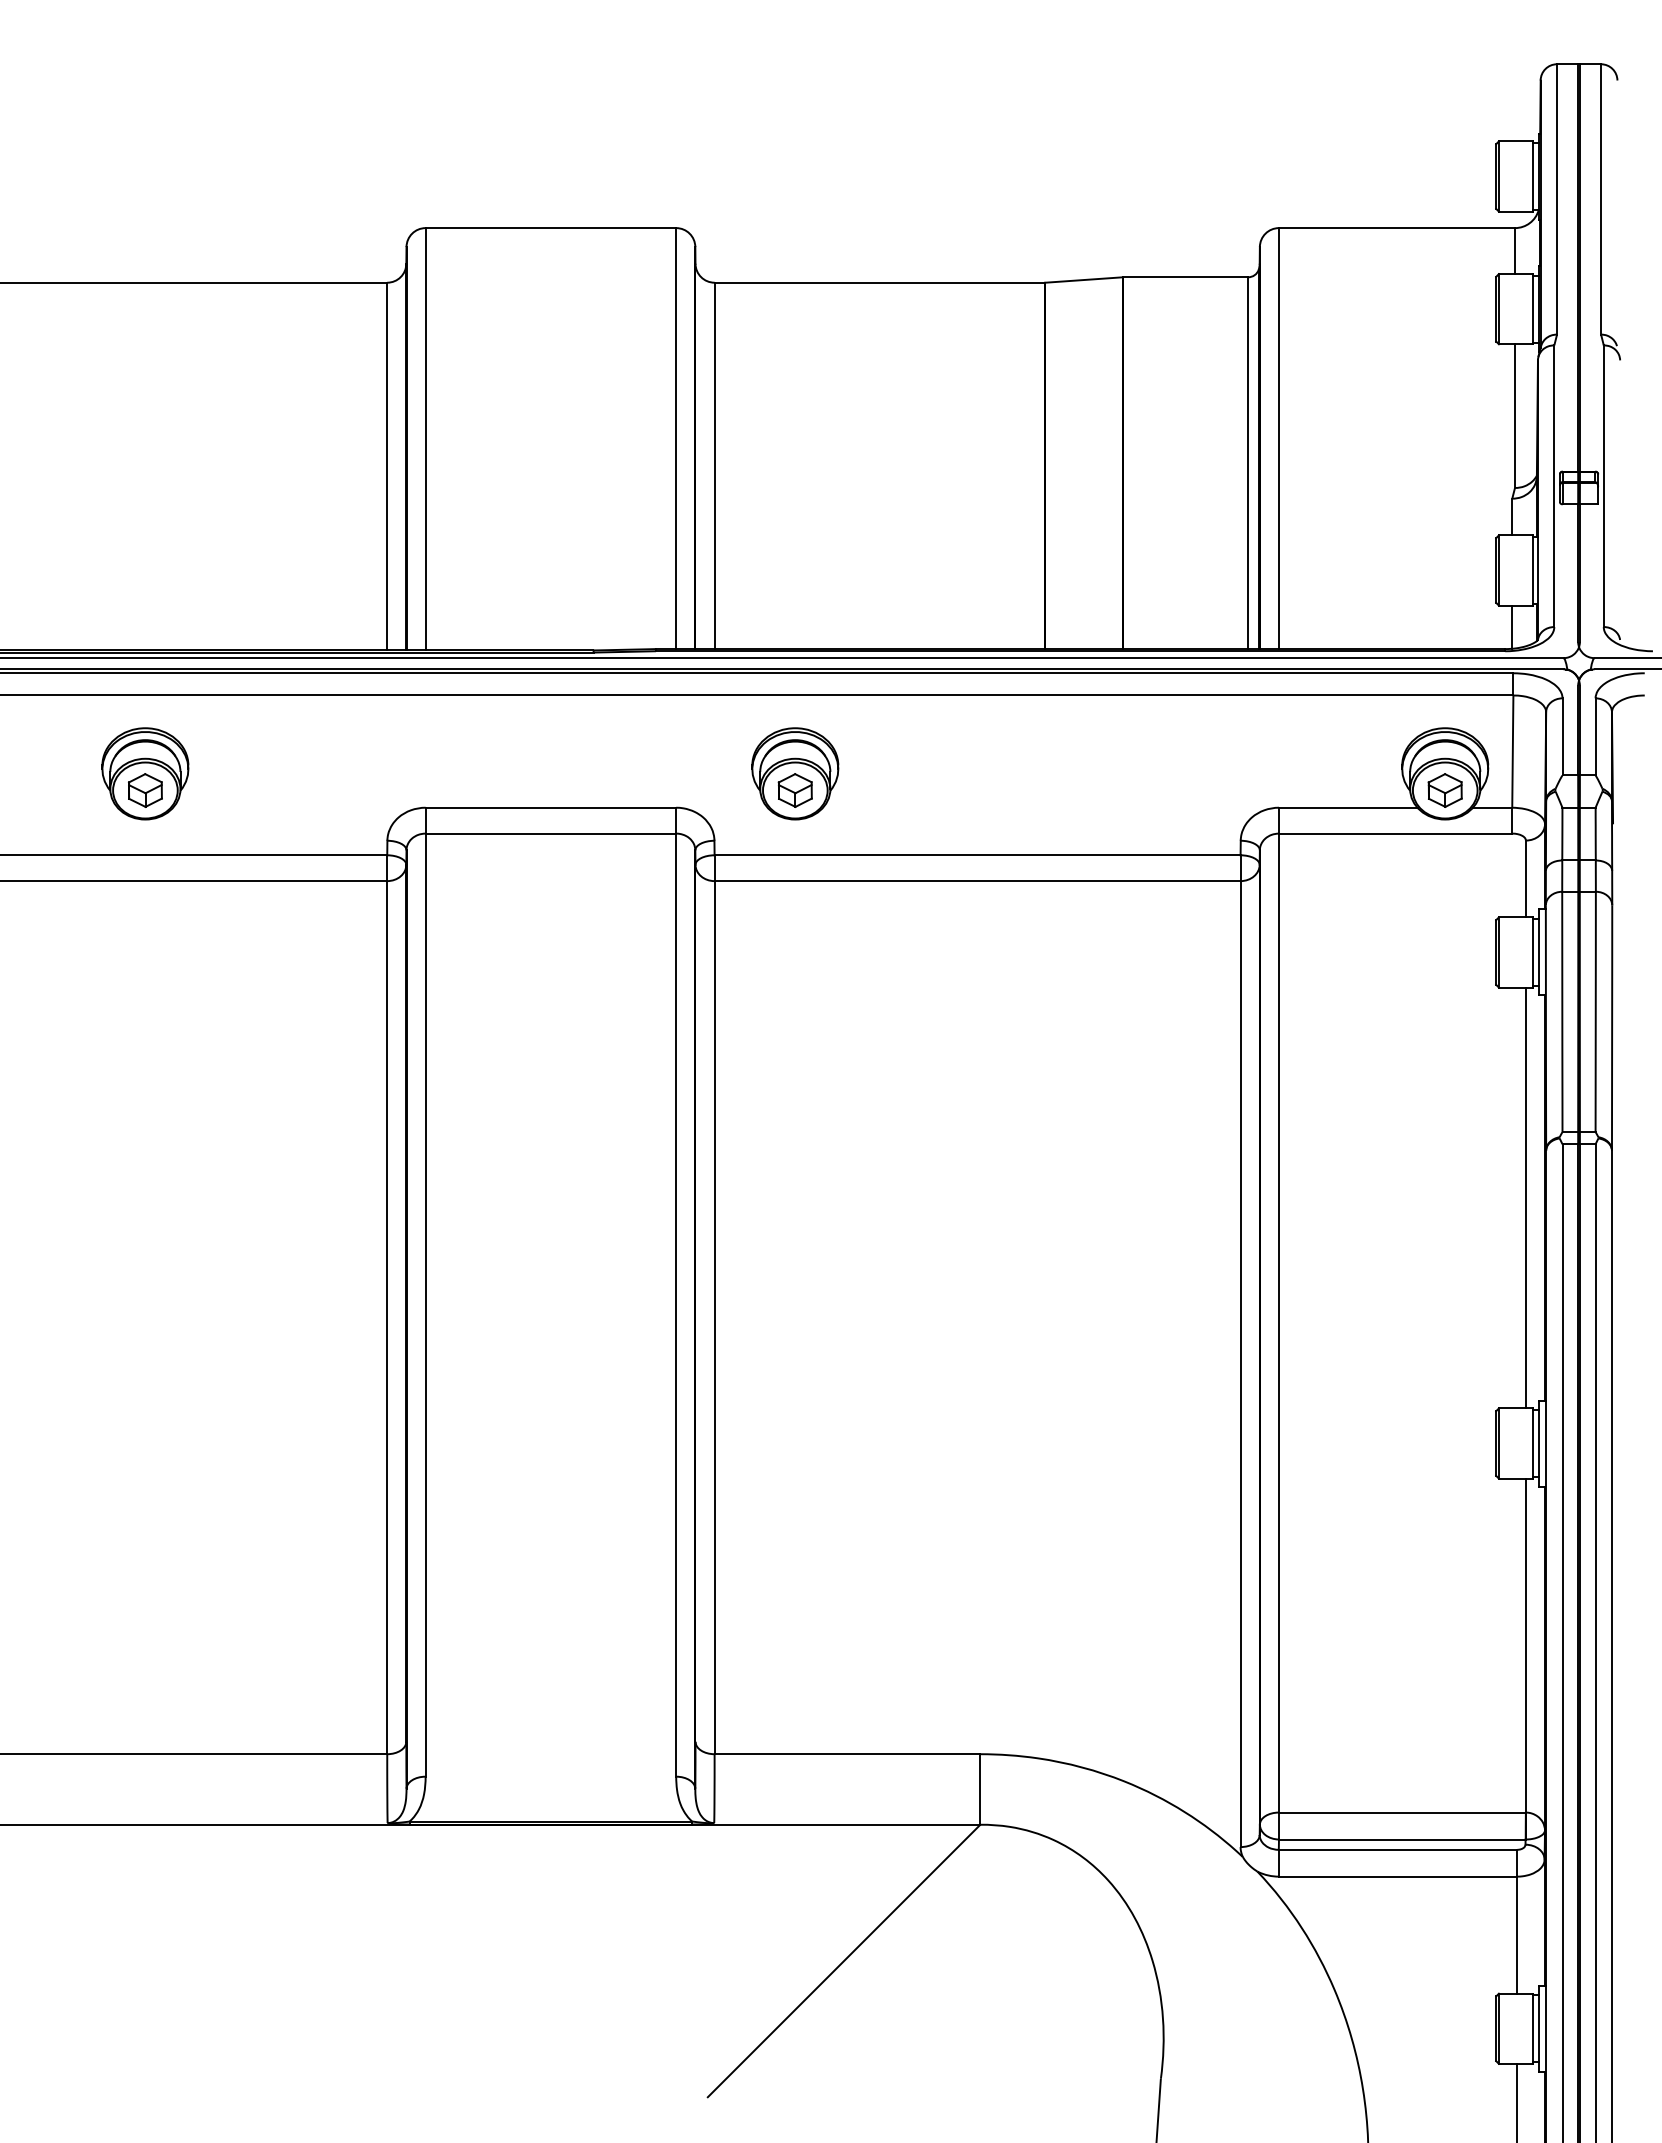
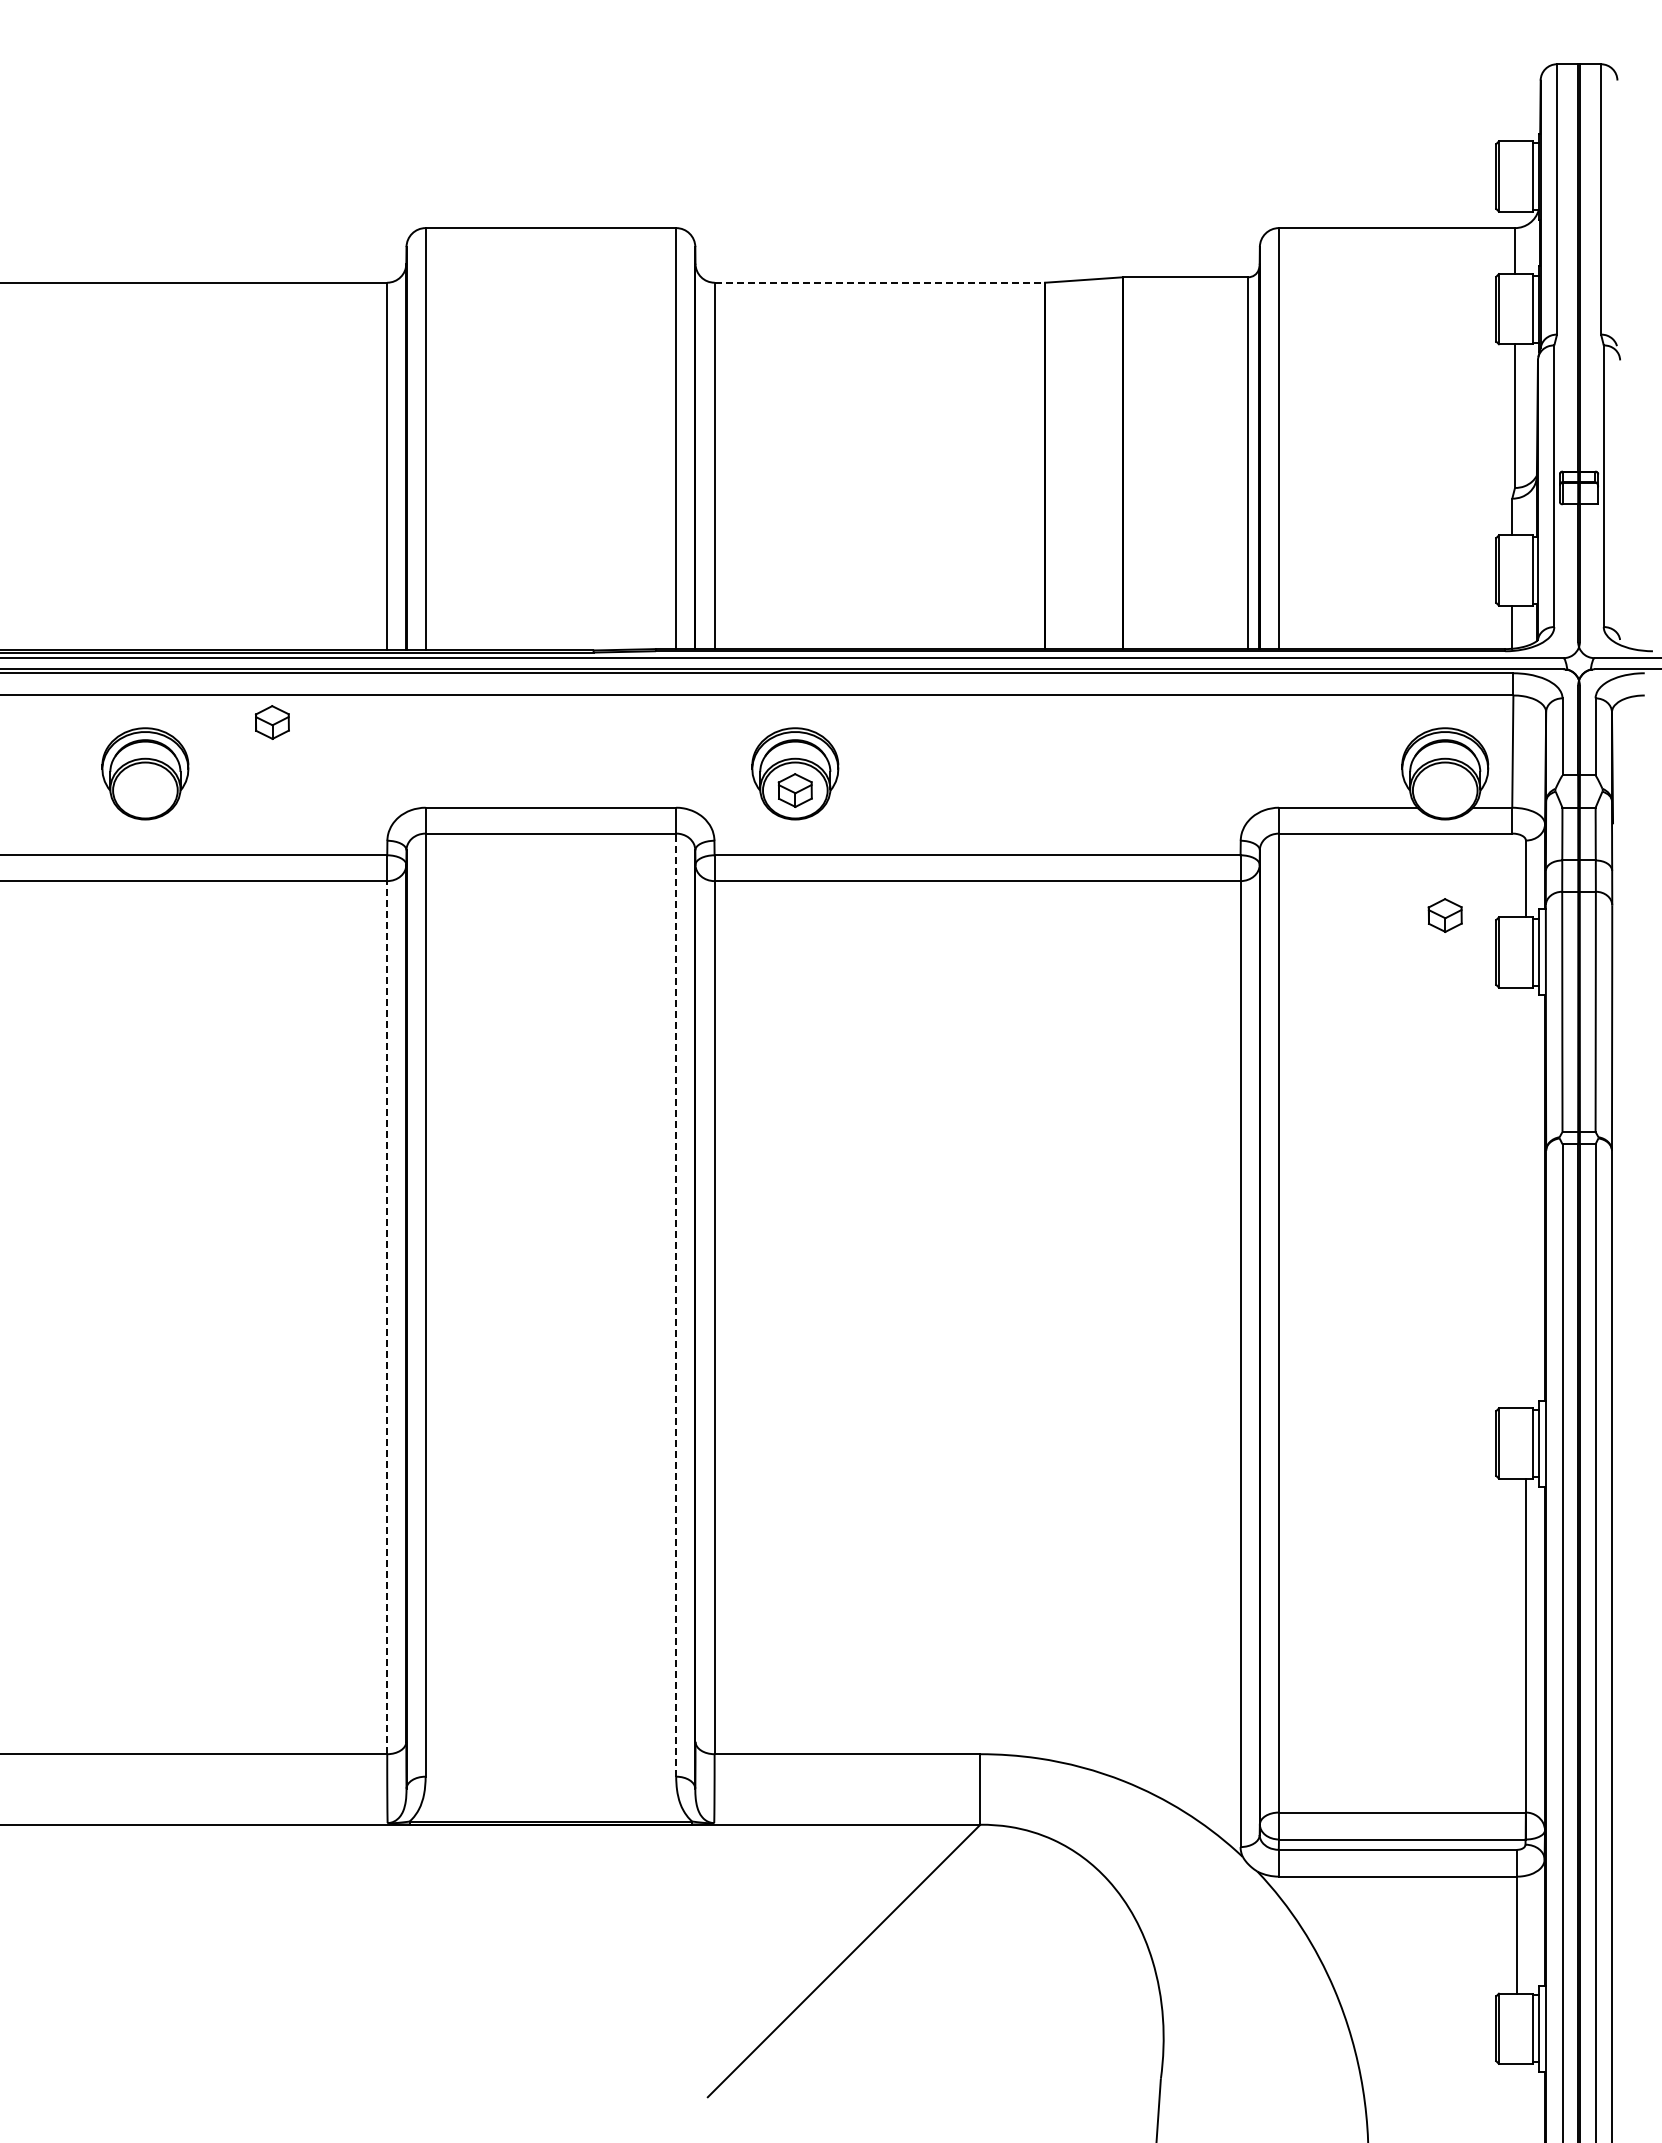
line at (879, 282): solid -> dashed
part at (145, 790) position: (145, 790) -> (272, 722)
part at (1444, 790) position: (1444, 790) -> (1444, 915)
line at (1525, 1197): present -> none
line at (676, 1305): solid -> dashed
line at (387, 1317): solid -> dashed
line at (1517, 2101): present -> none
